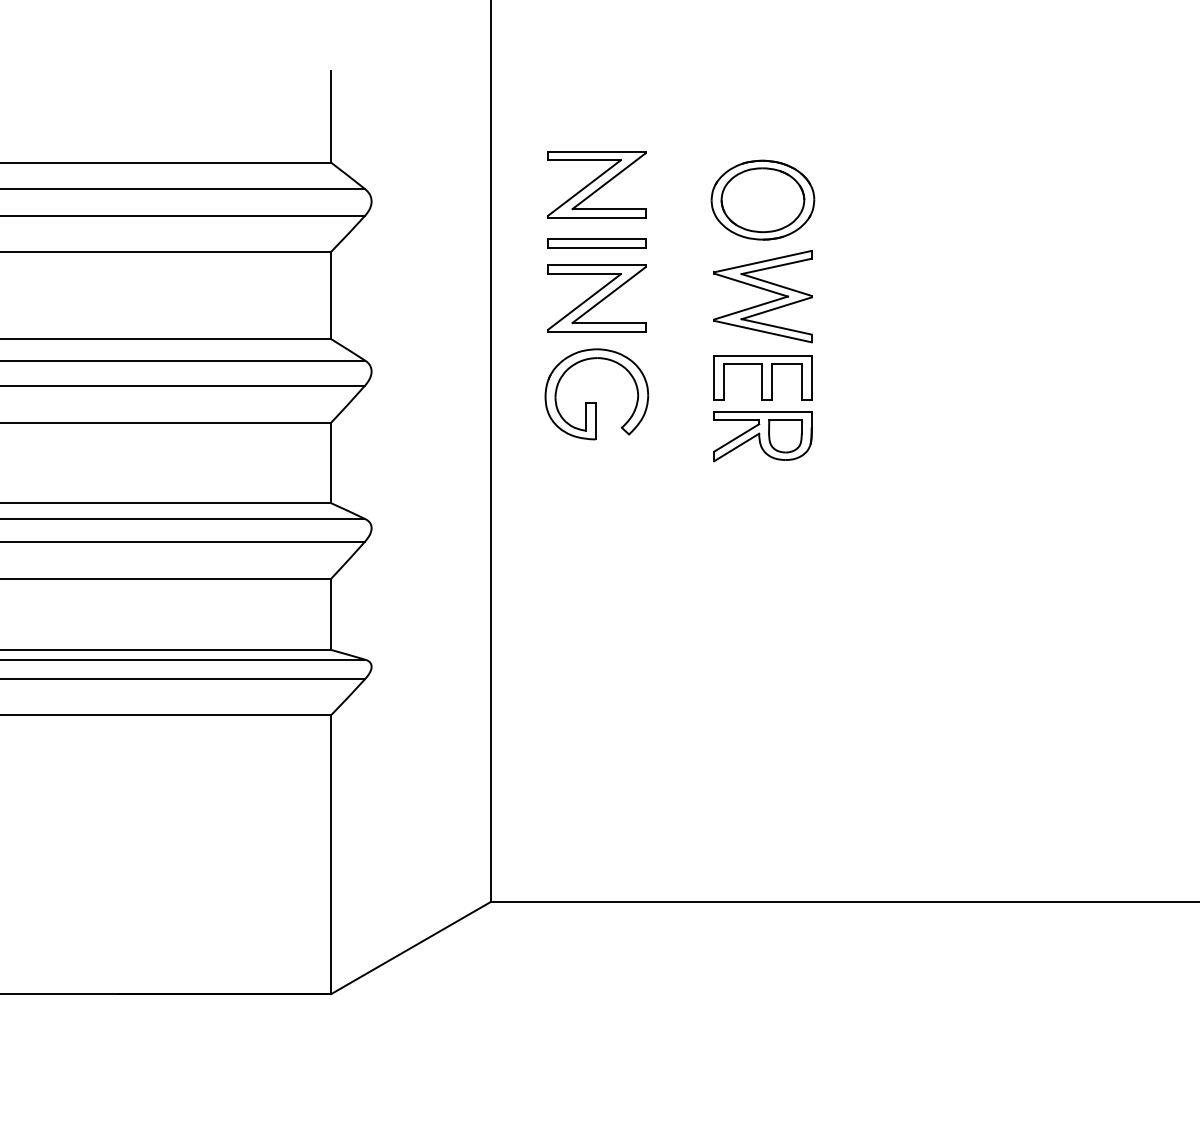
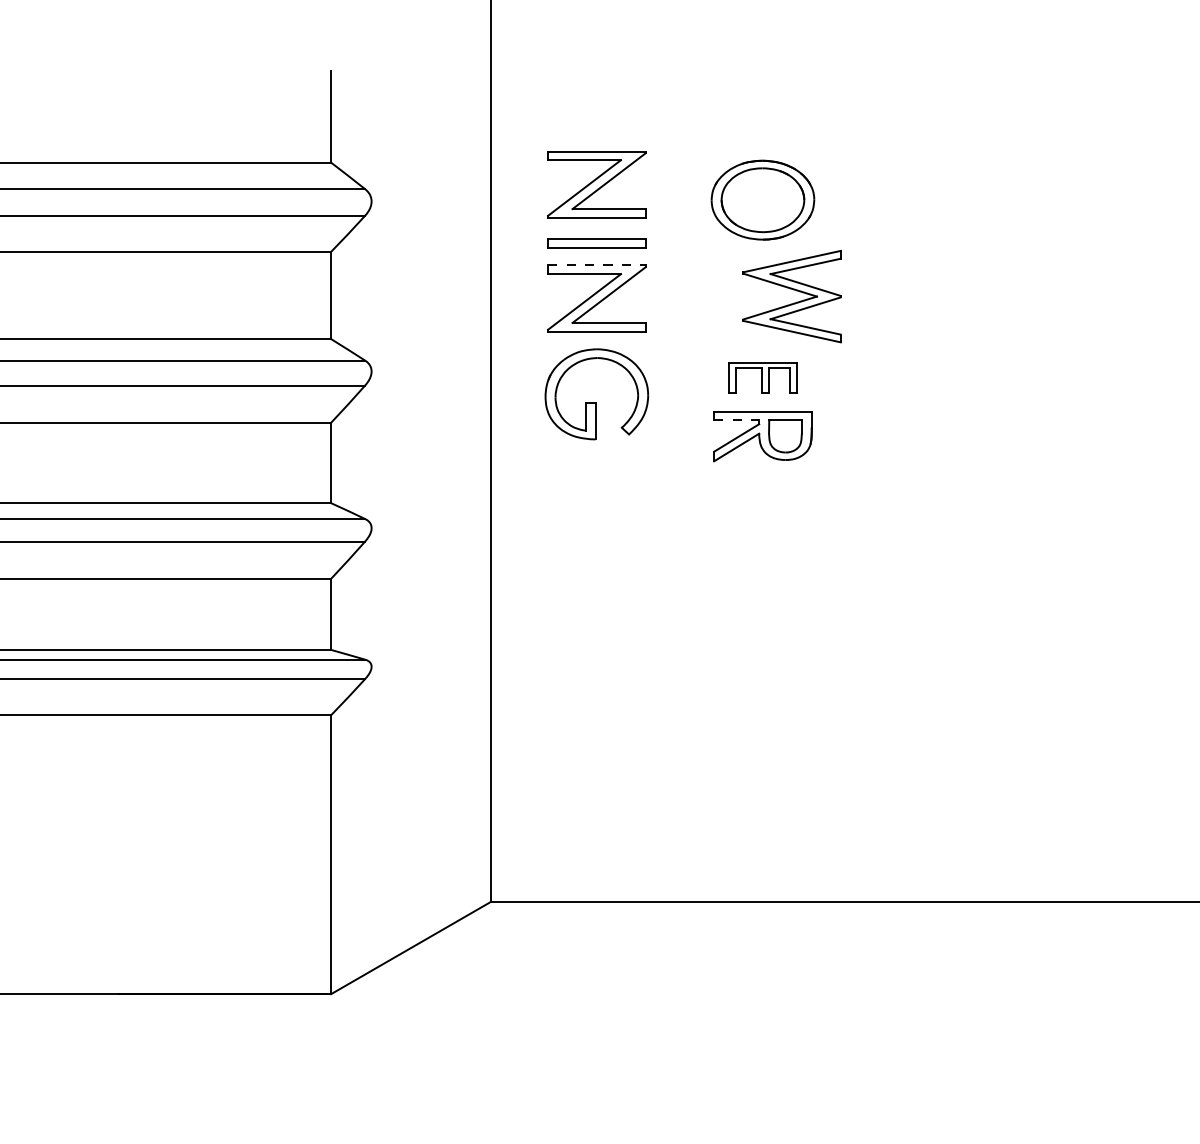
line at (596, 265): solid -> dashed
part at (764, 290) position: (764, 290) -> (793, 290)
part at (762, 377) size: 100x46 px -> 70x32 px
line at (736, 419): solid -> dashed
